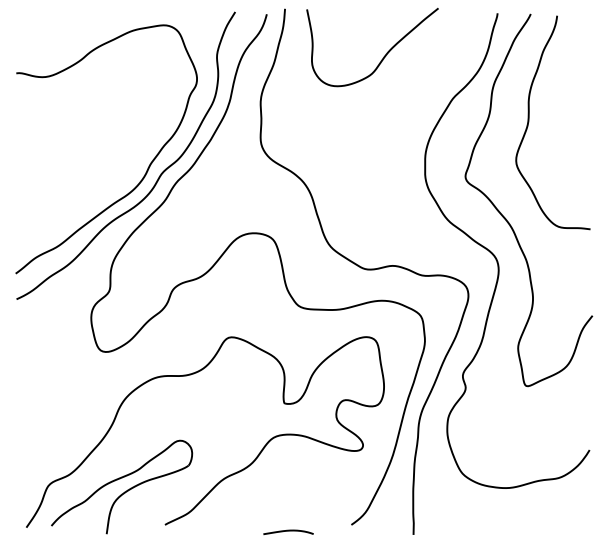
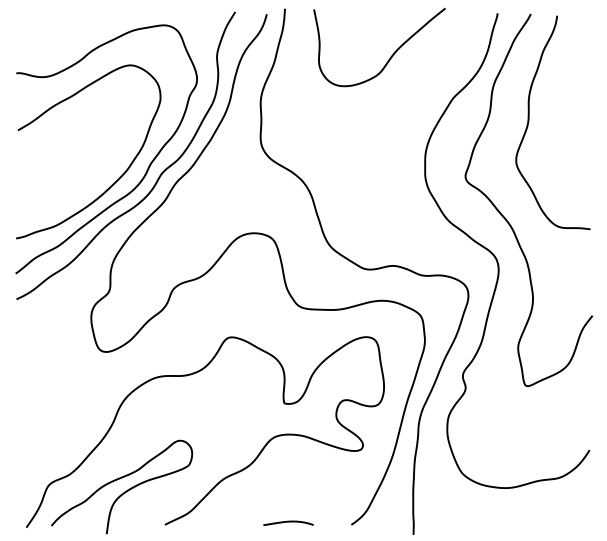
curve at (383, 56) position: (383, 56) -> (390, 56)
part at (111, 184): none -> present
curve at (288, 531) position: (288, 531) -> (288, 522)
